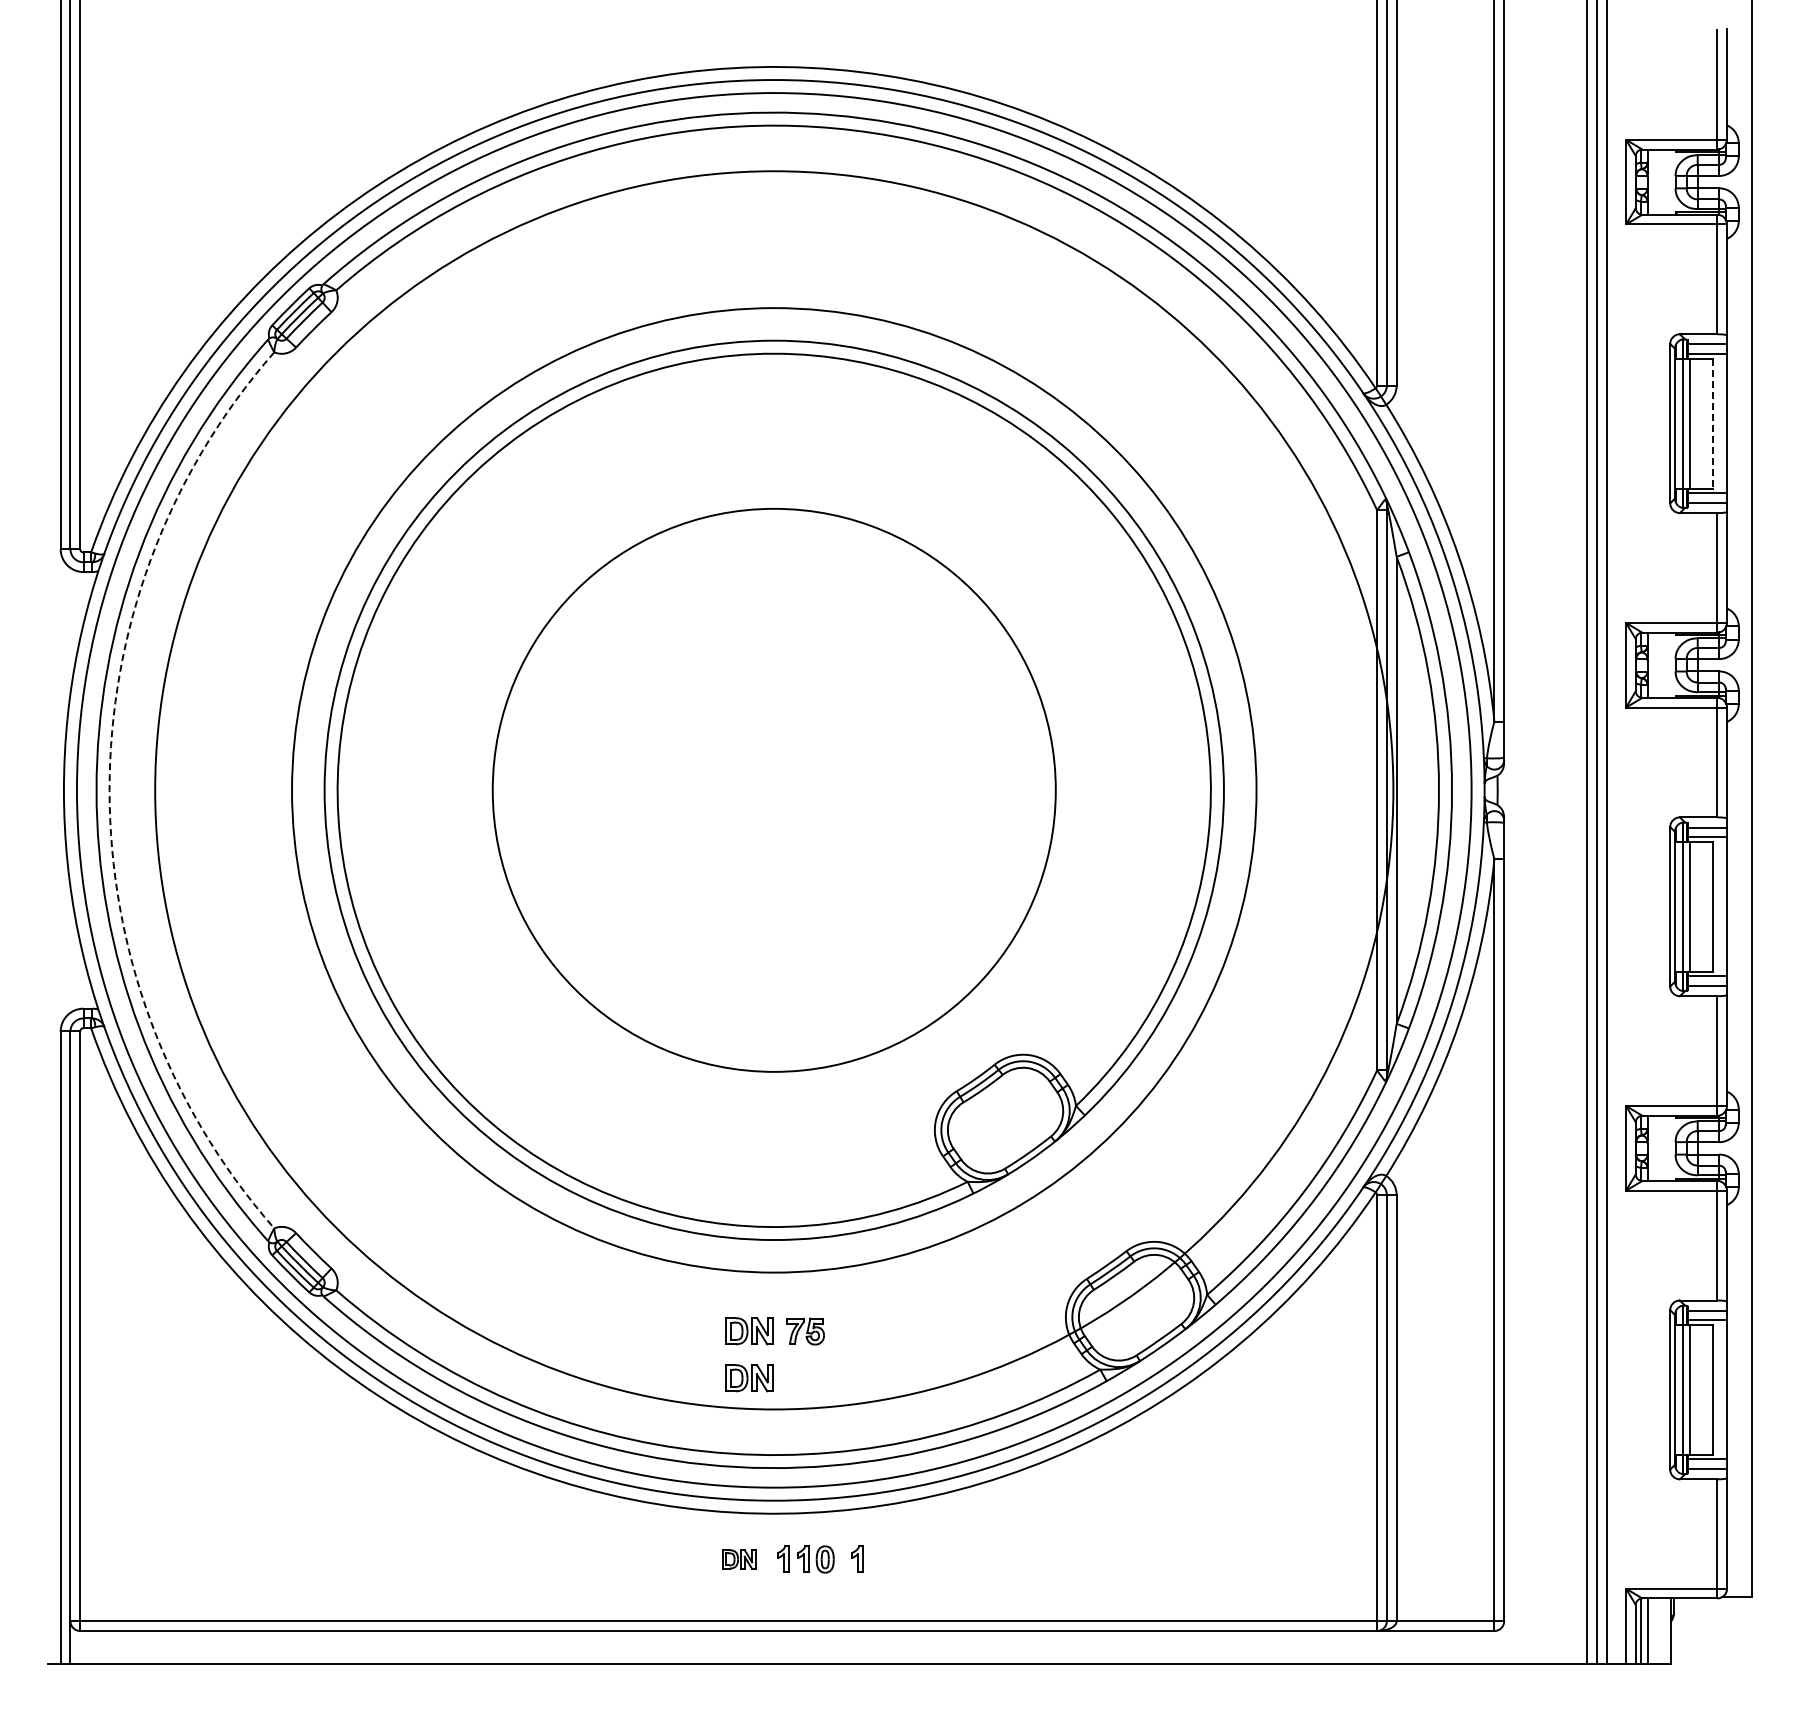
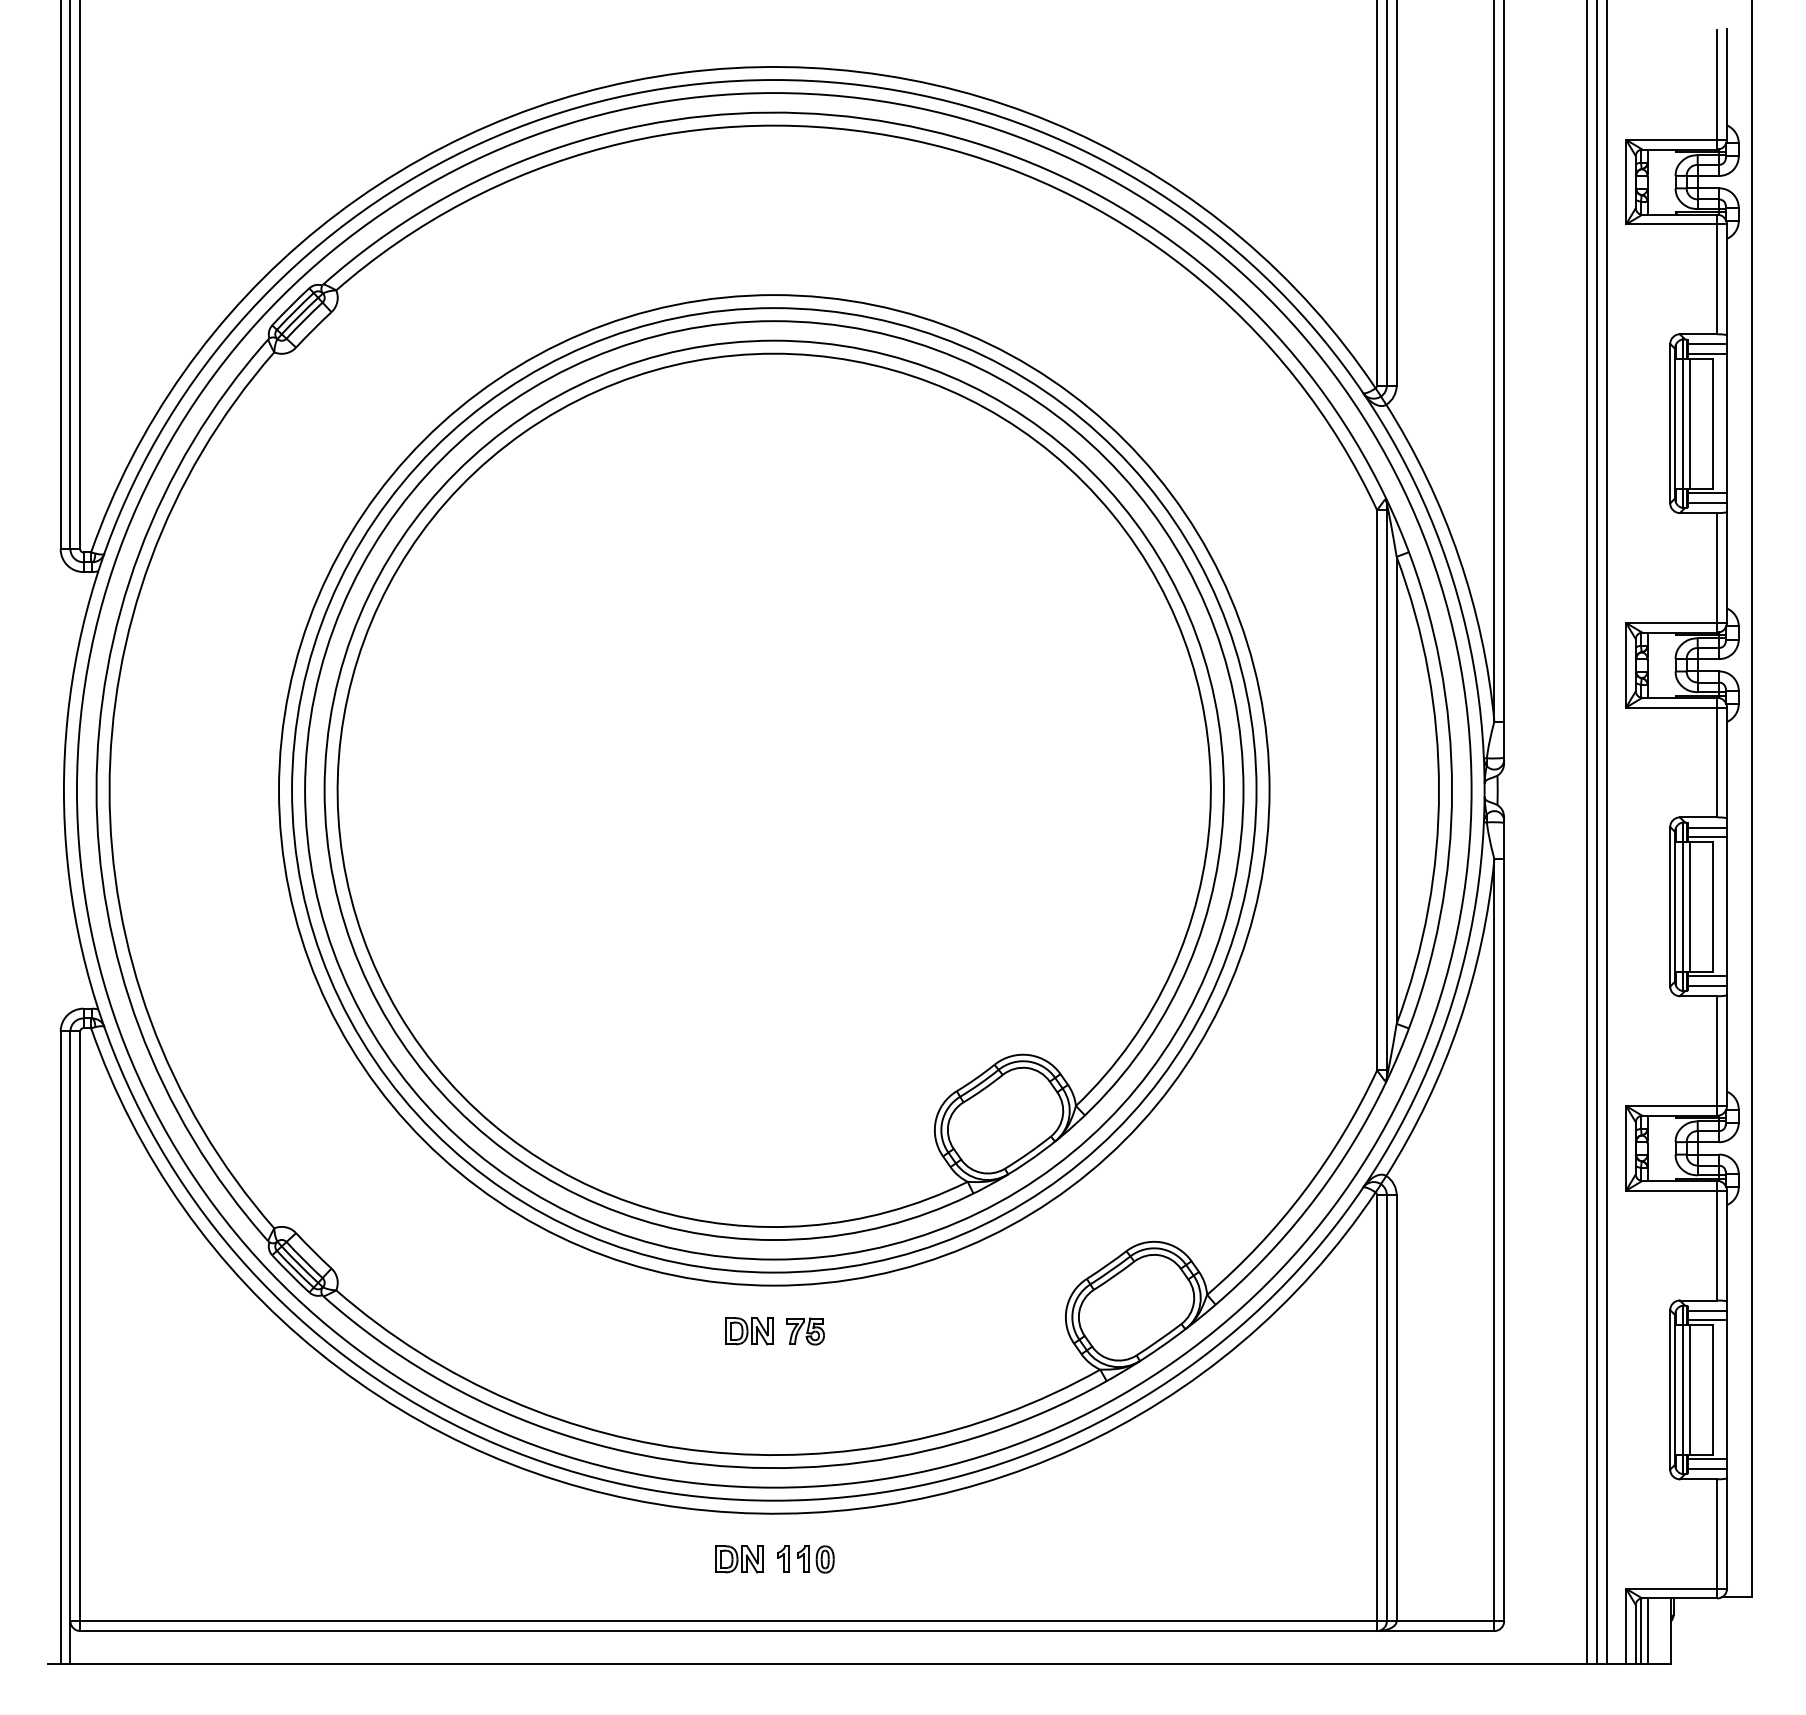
line at (1712, 424): dashed -> solid
circle at (773, 789) diameter: 563 px -> 938 px
arc at (109, 790): dashed -> solid
circle at (774, 790) diameter: 1238 px -> 991 px
part at (749, 1378): present -> none
part at (857, 1558): present -> none
part at (739, 1559) size: 35x21 px -> 49x29 px
